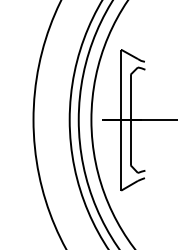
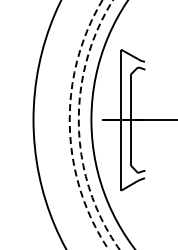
circle at (88, 124): solid -> dashed
circle at (98, 124): solid -> dashed
